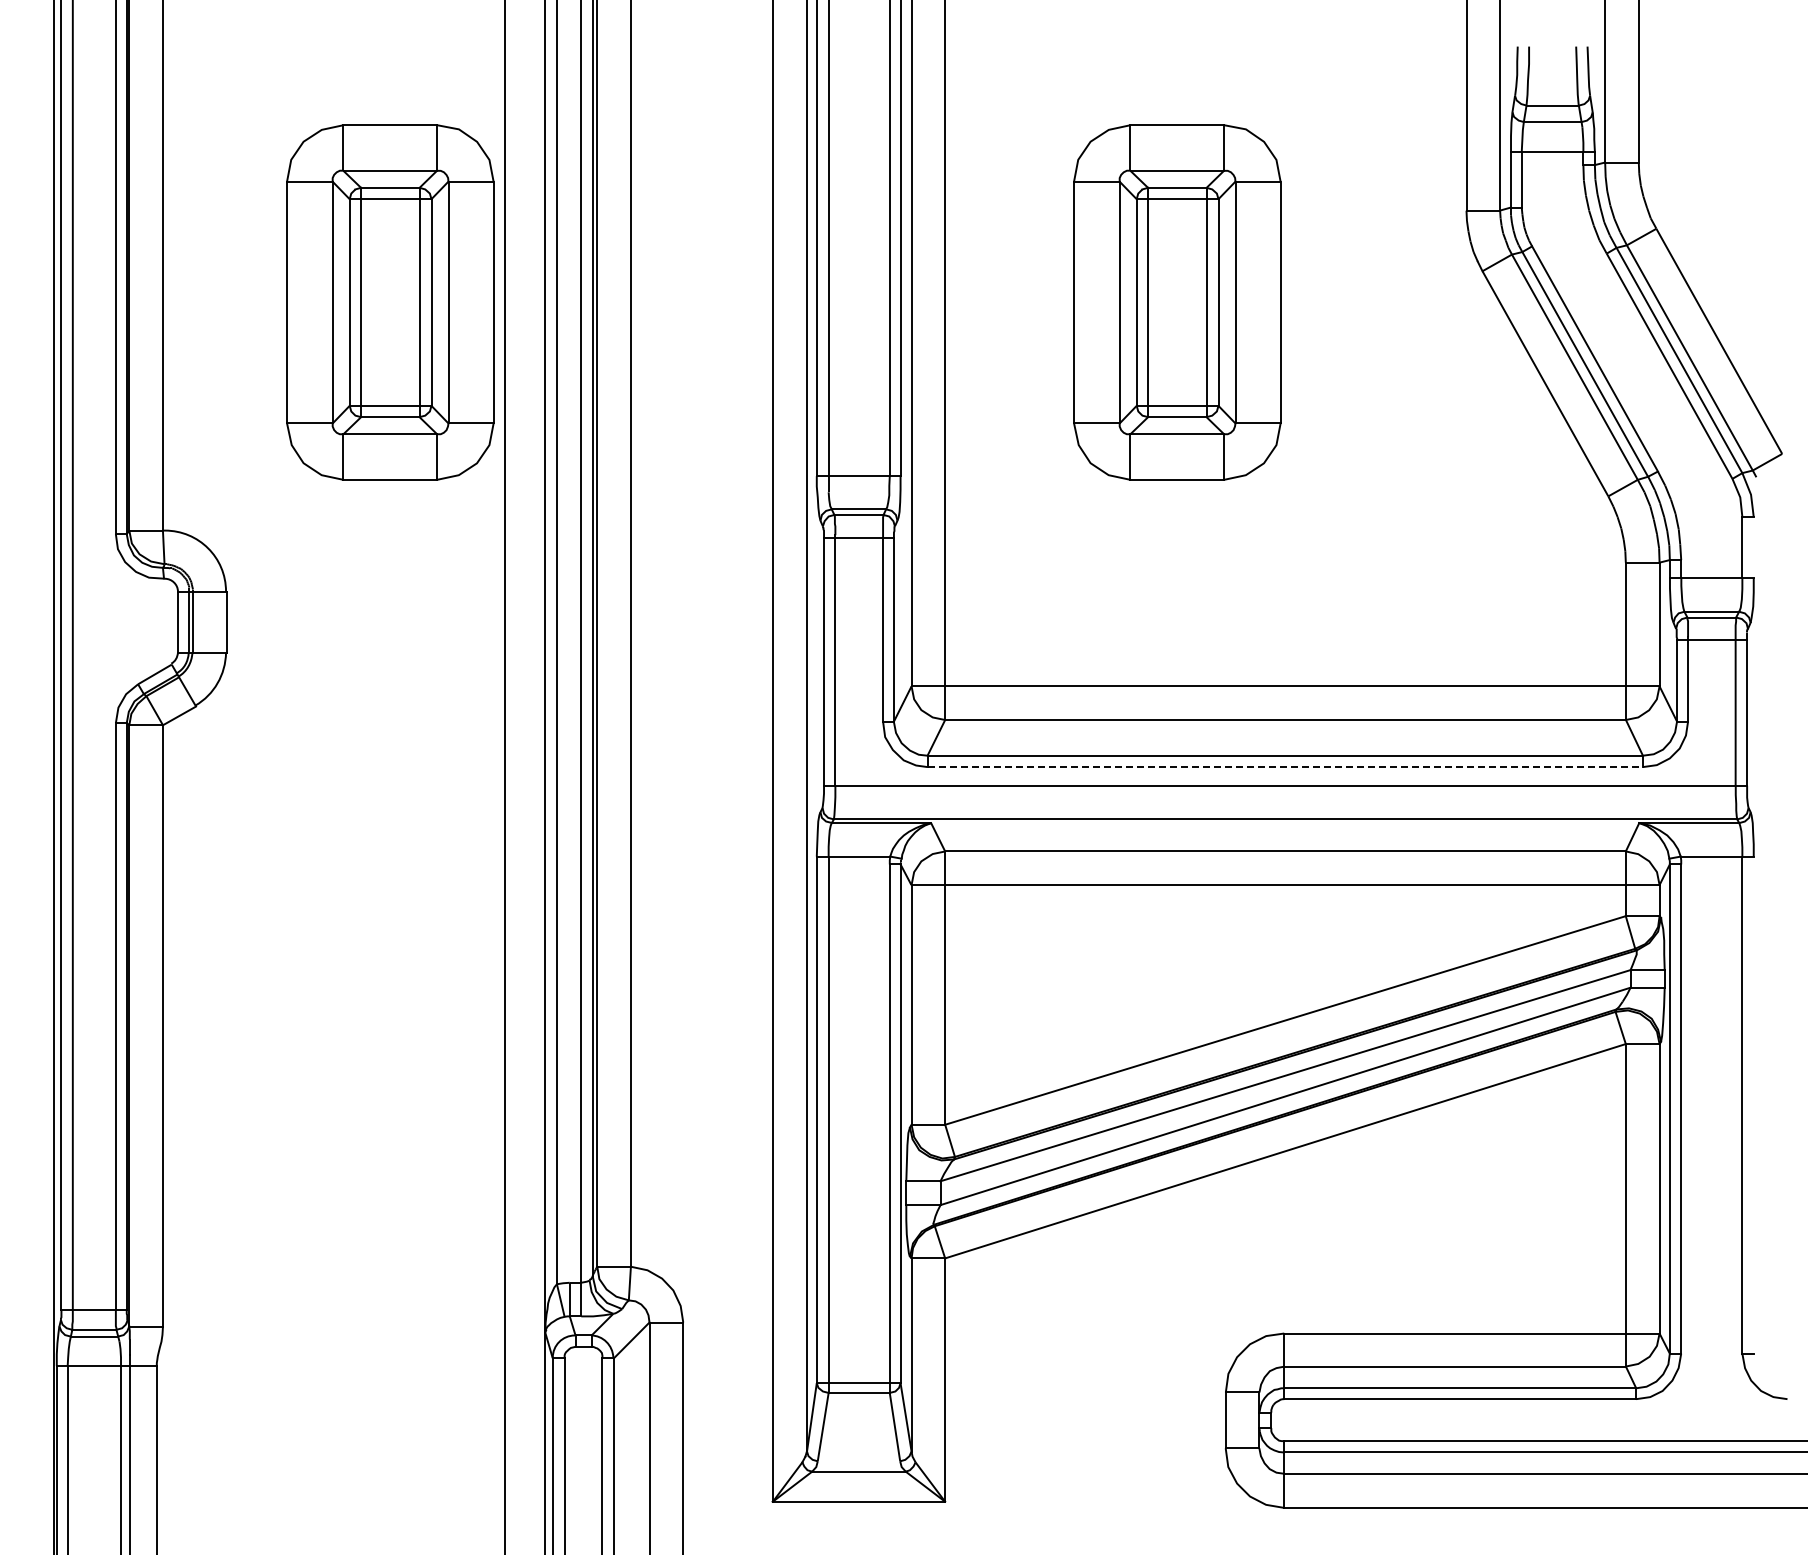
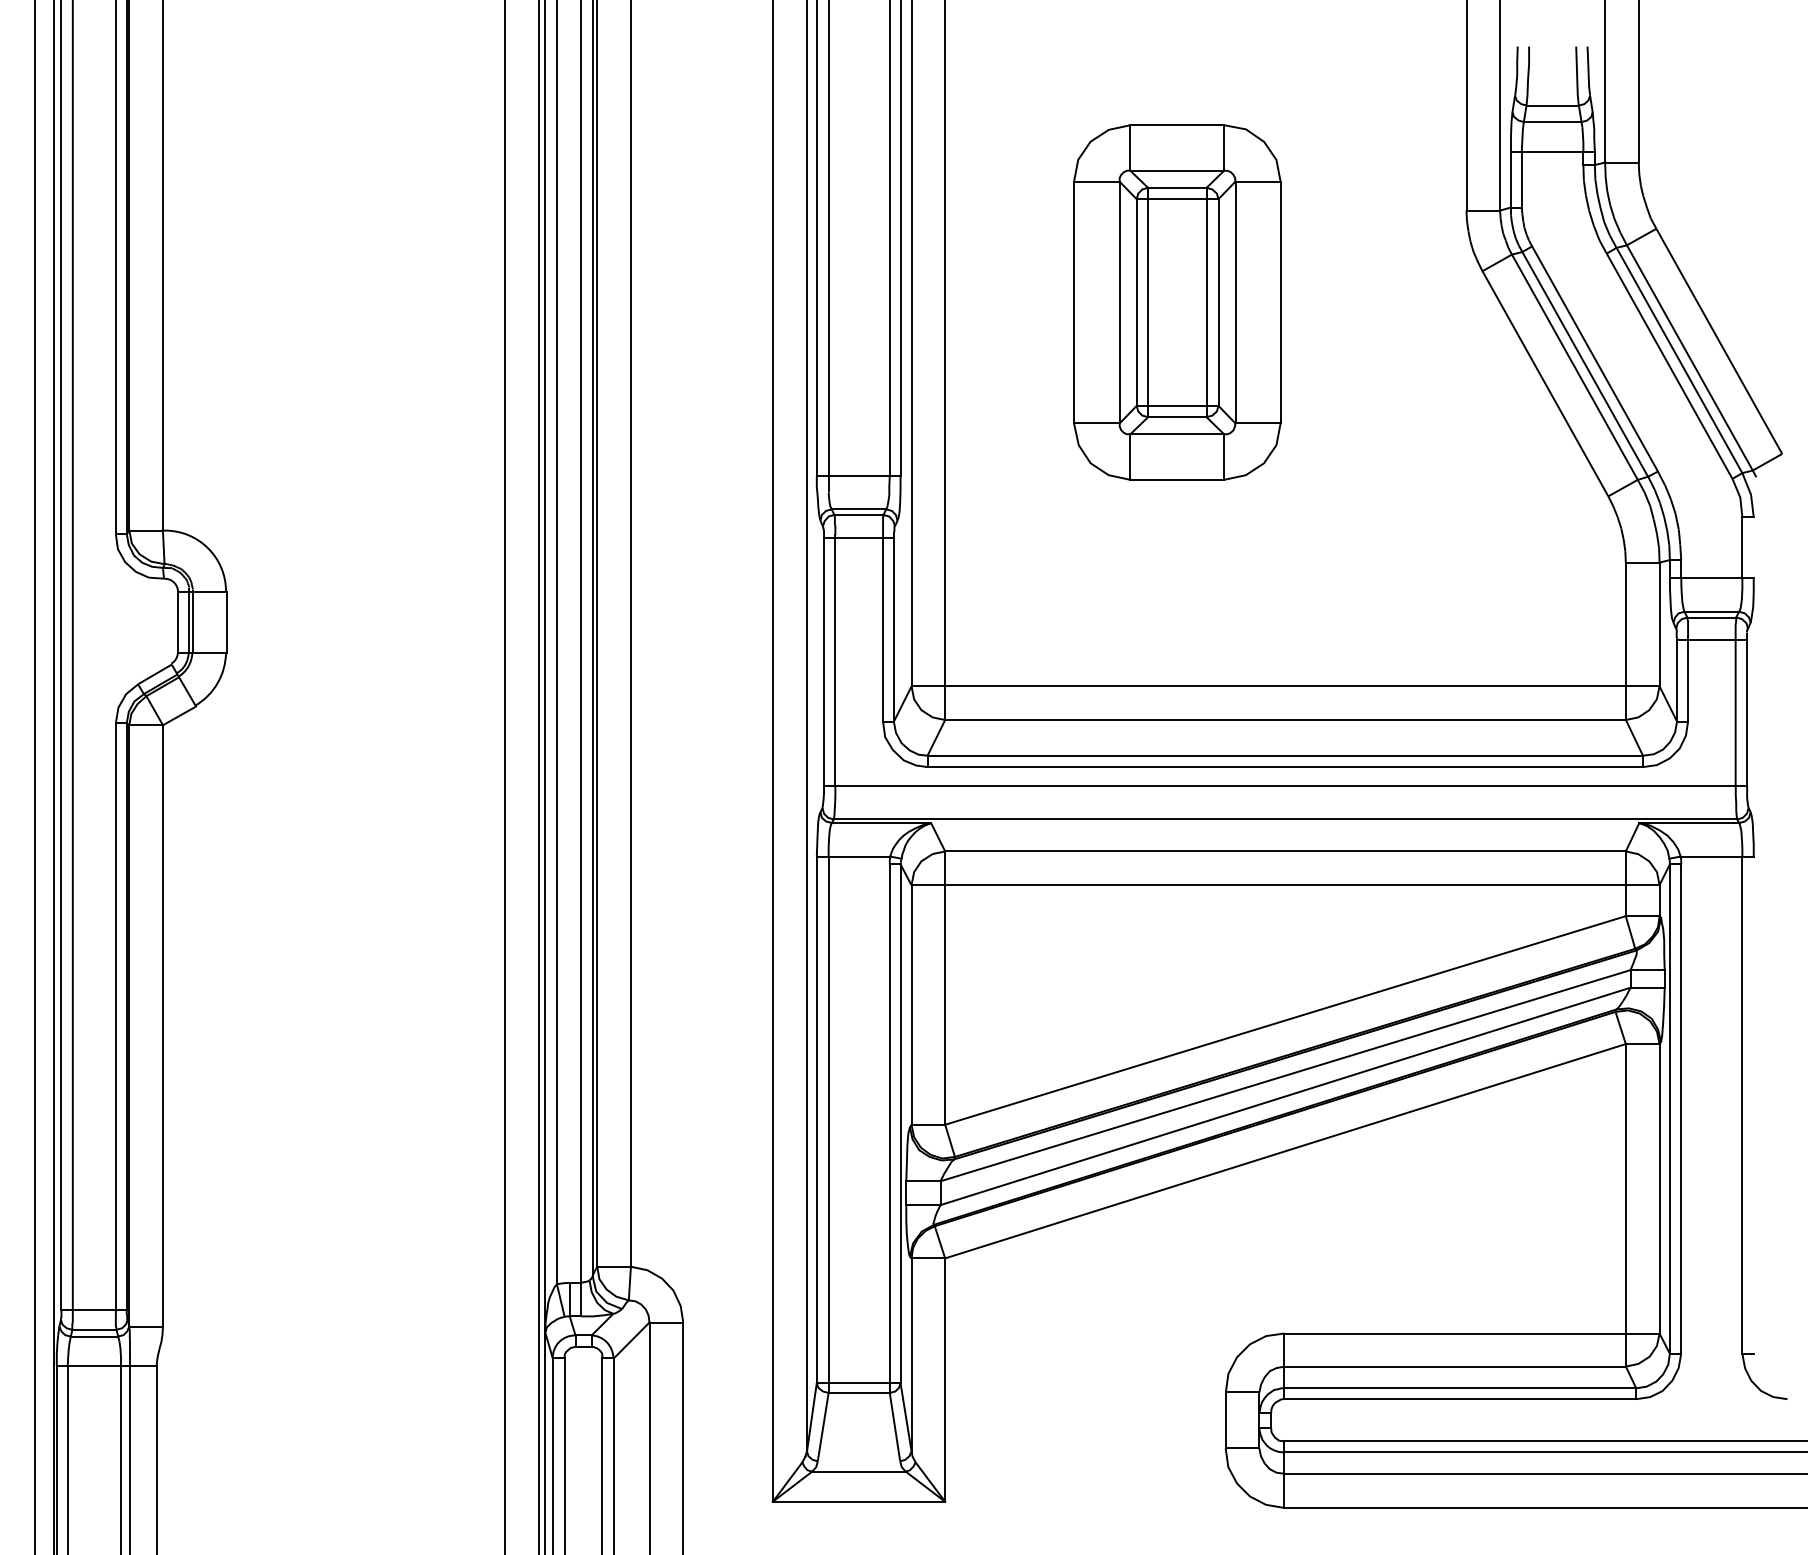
part at (390, 302): present -> none
line at (1285, 767): dashed -> solid
line at (34, 776): none -> present
line at (538, 776): none -> present
